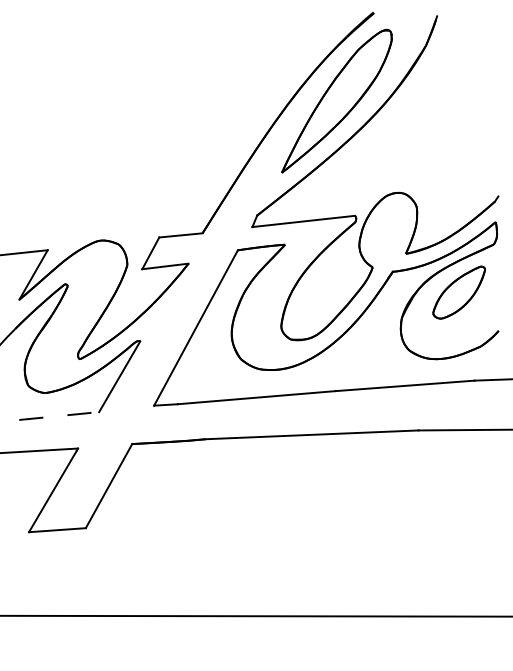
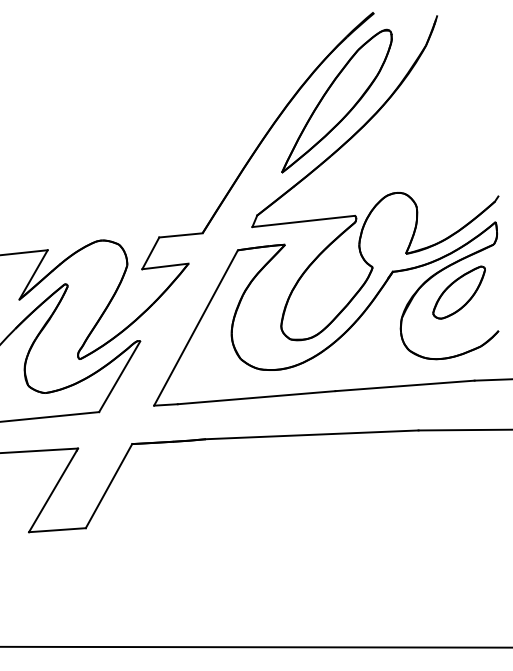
line at (50, 416): dashed -> solid
line at (255, 615) position: (255, 615) -> (255, 646)
